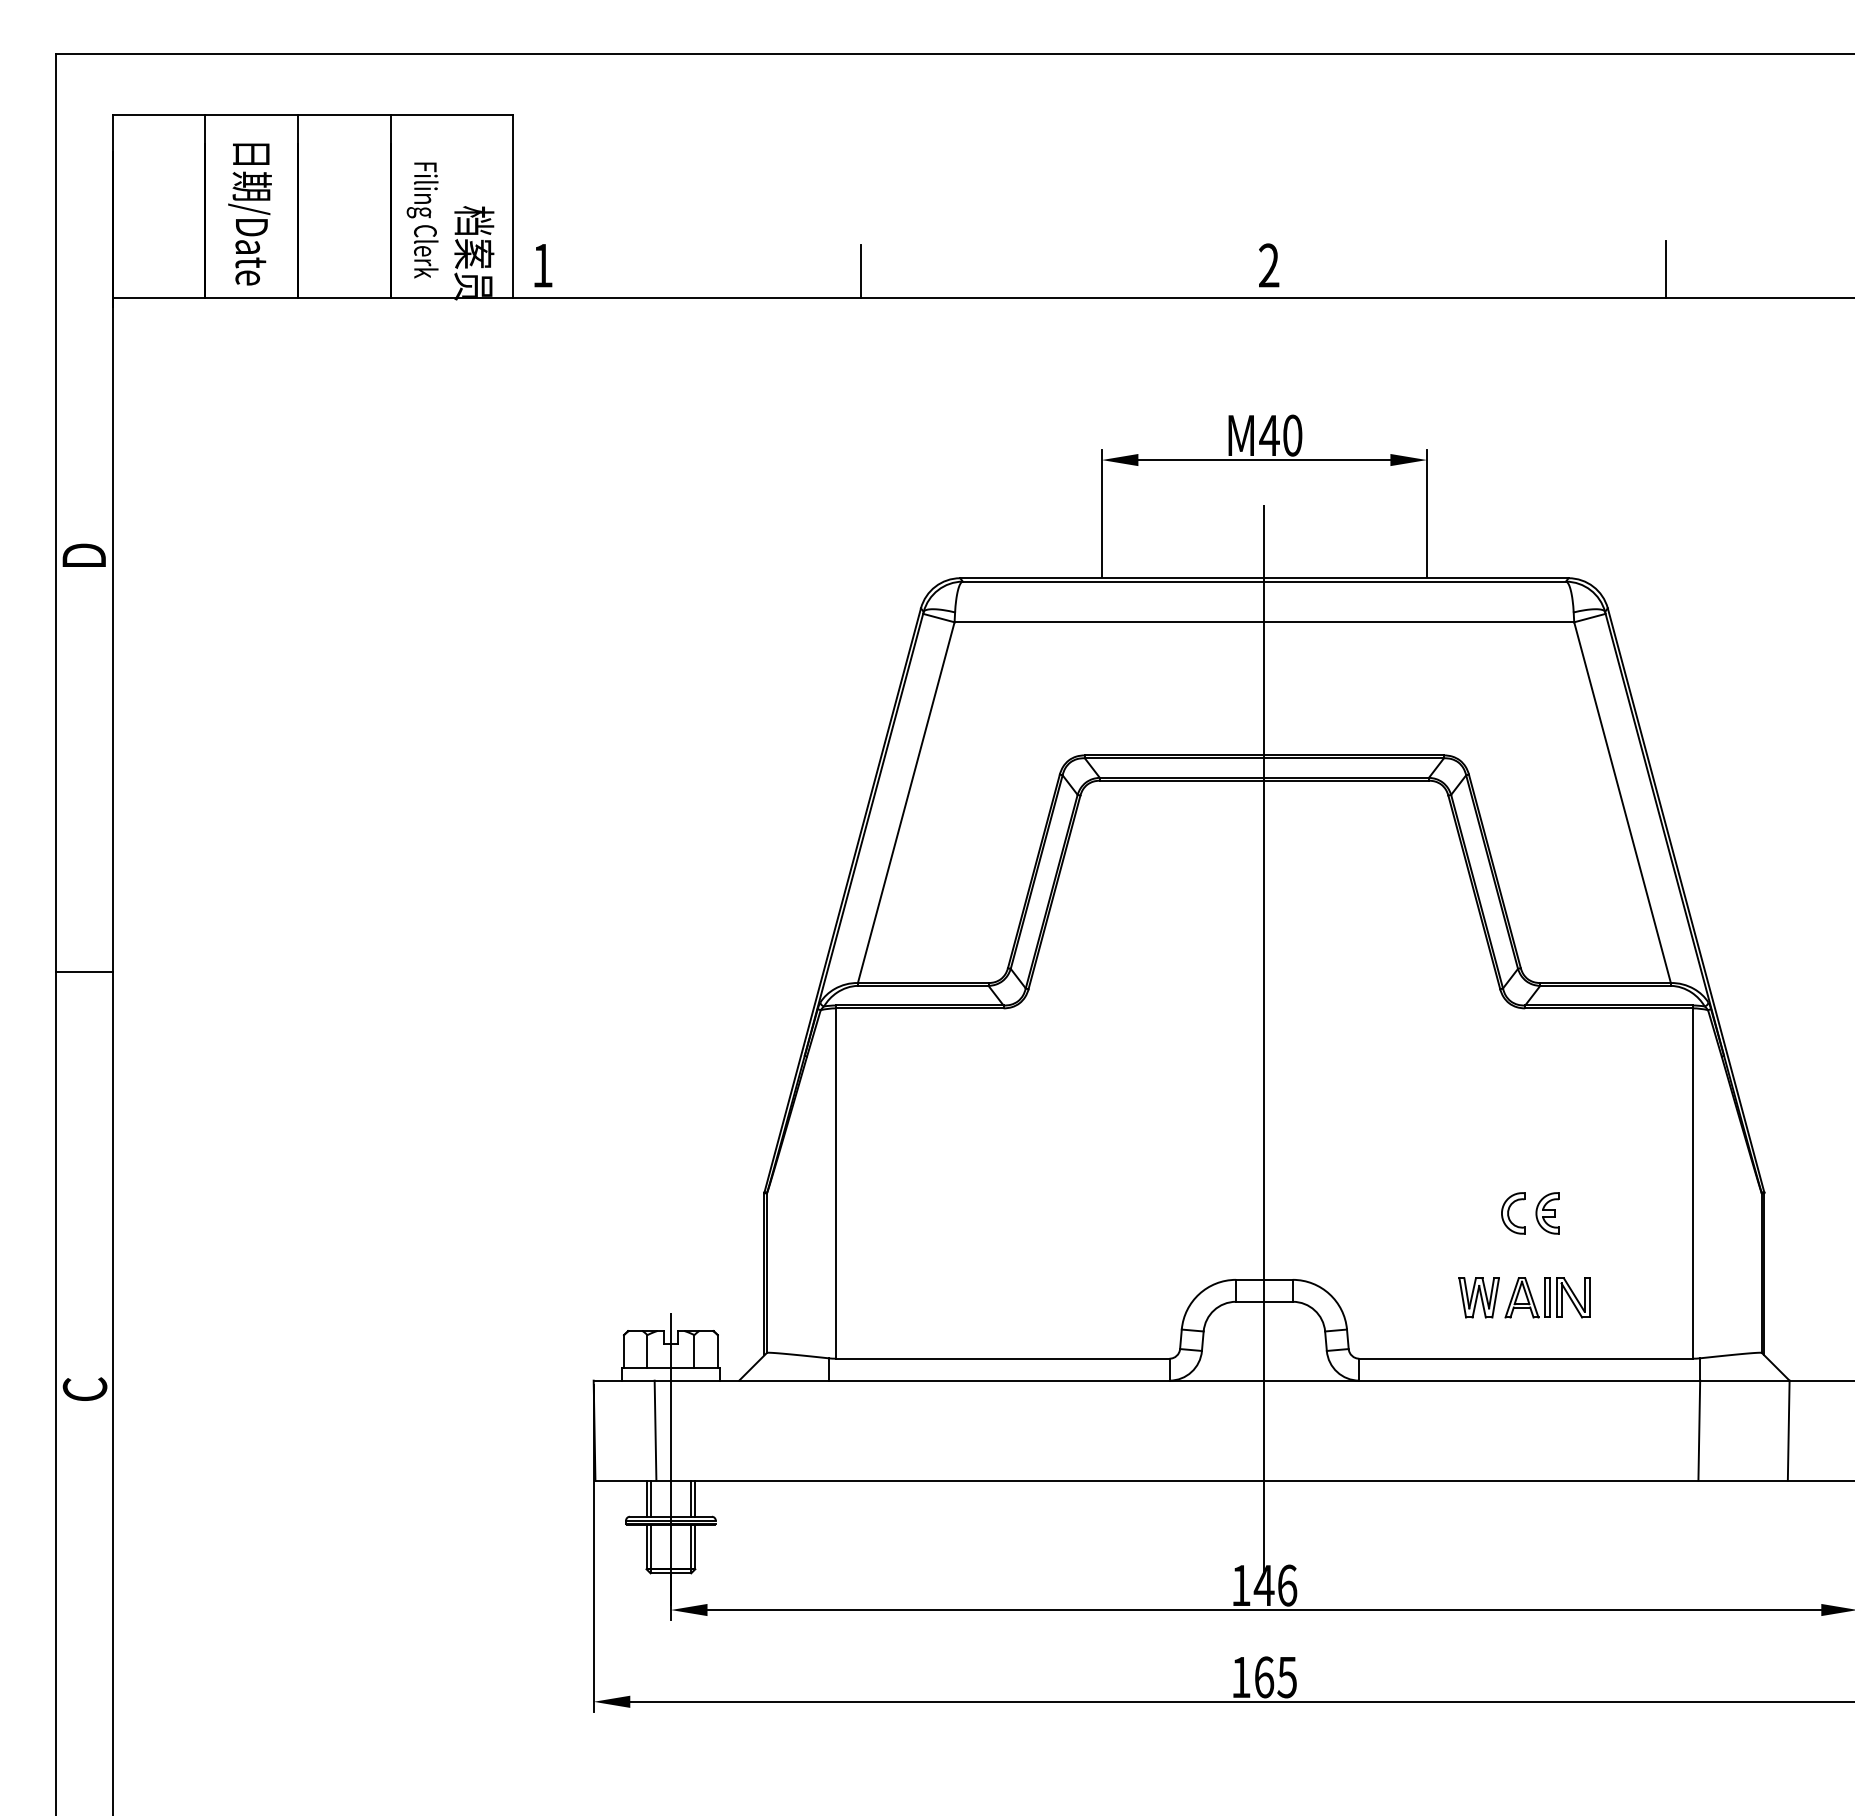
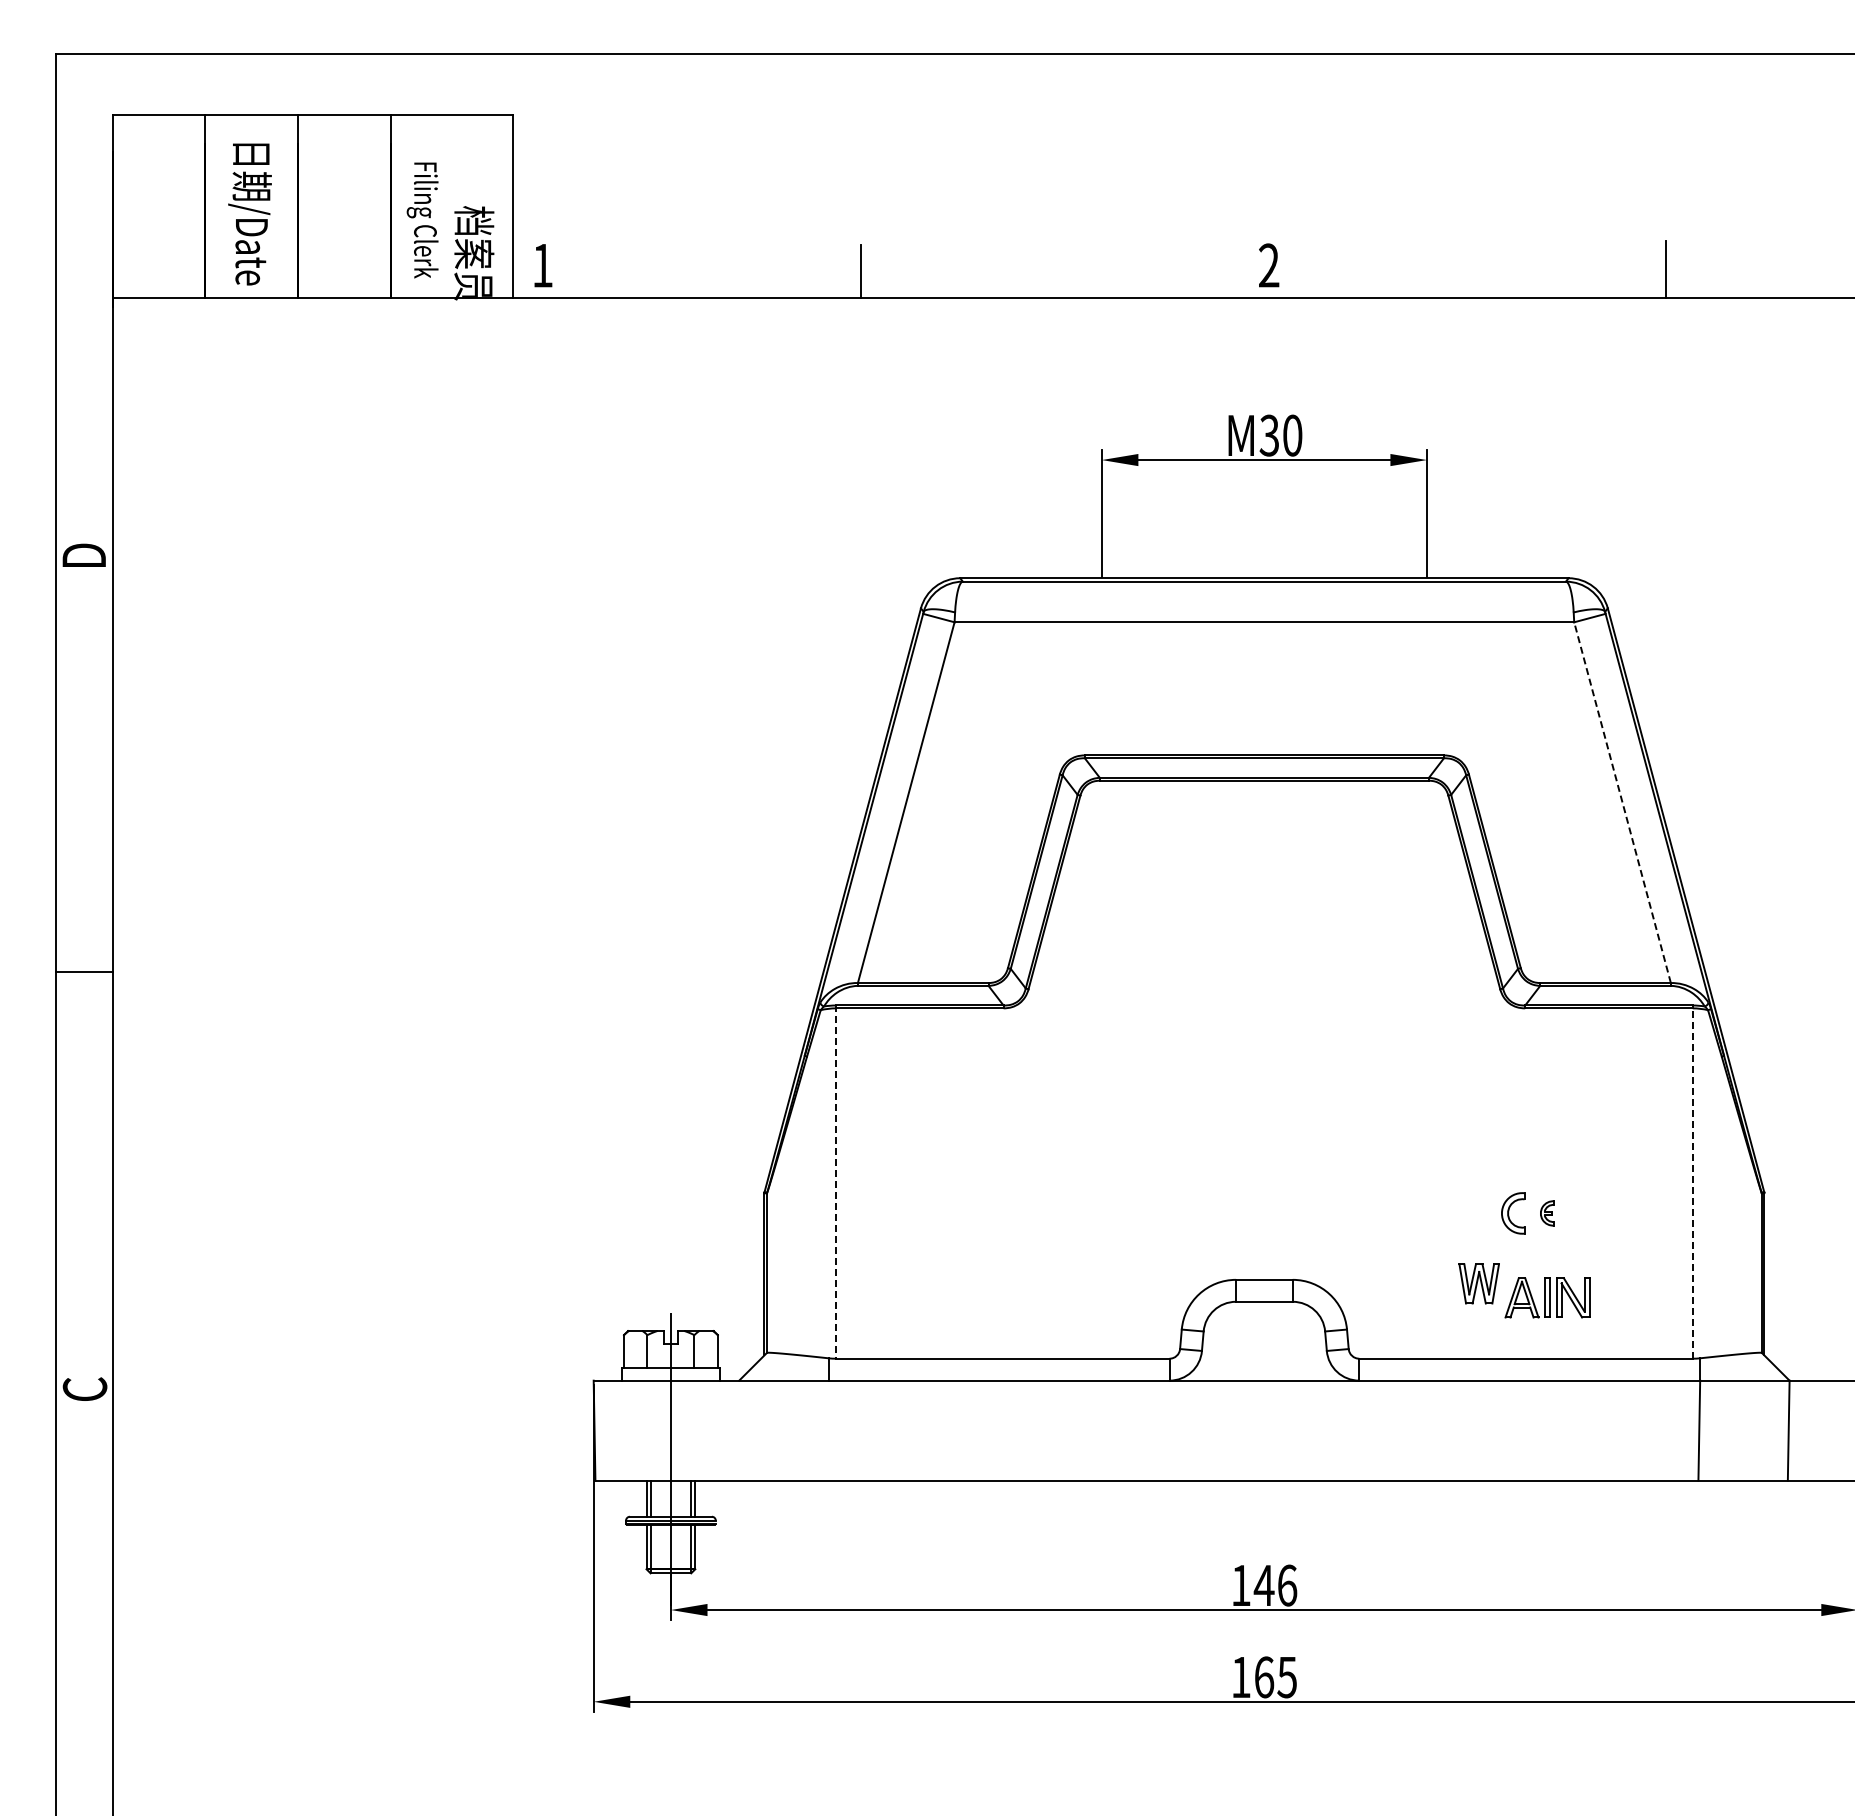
text at (1269, 435): M40 -> M30
line at (1622, 802): solid -> dashed
line at (1264, 1038): present -> none
line at (836, 1182): solid -> dashed
line at (1692, 1182): solid -> dashed
part at (1547, 1213) size: 25x43 px -> 15x27 px
part at (1478, 1297) position: (1478, 1297) -> (1478, 1283)
line at (655, 1430): present -> none
